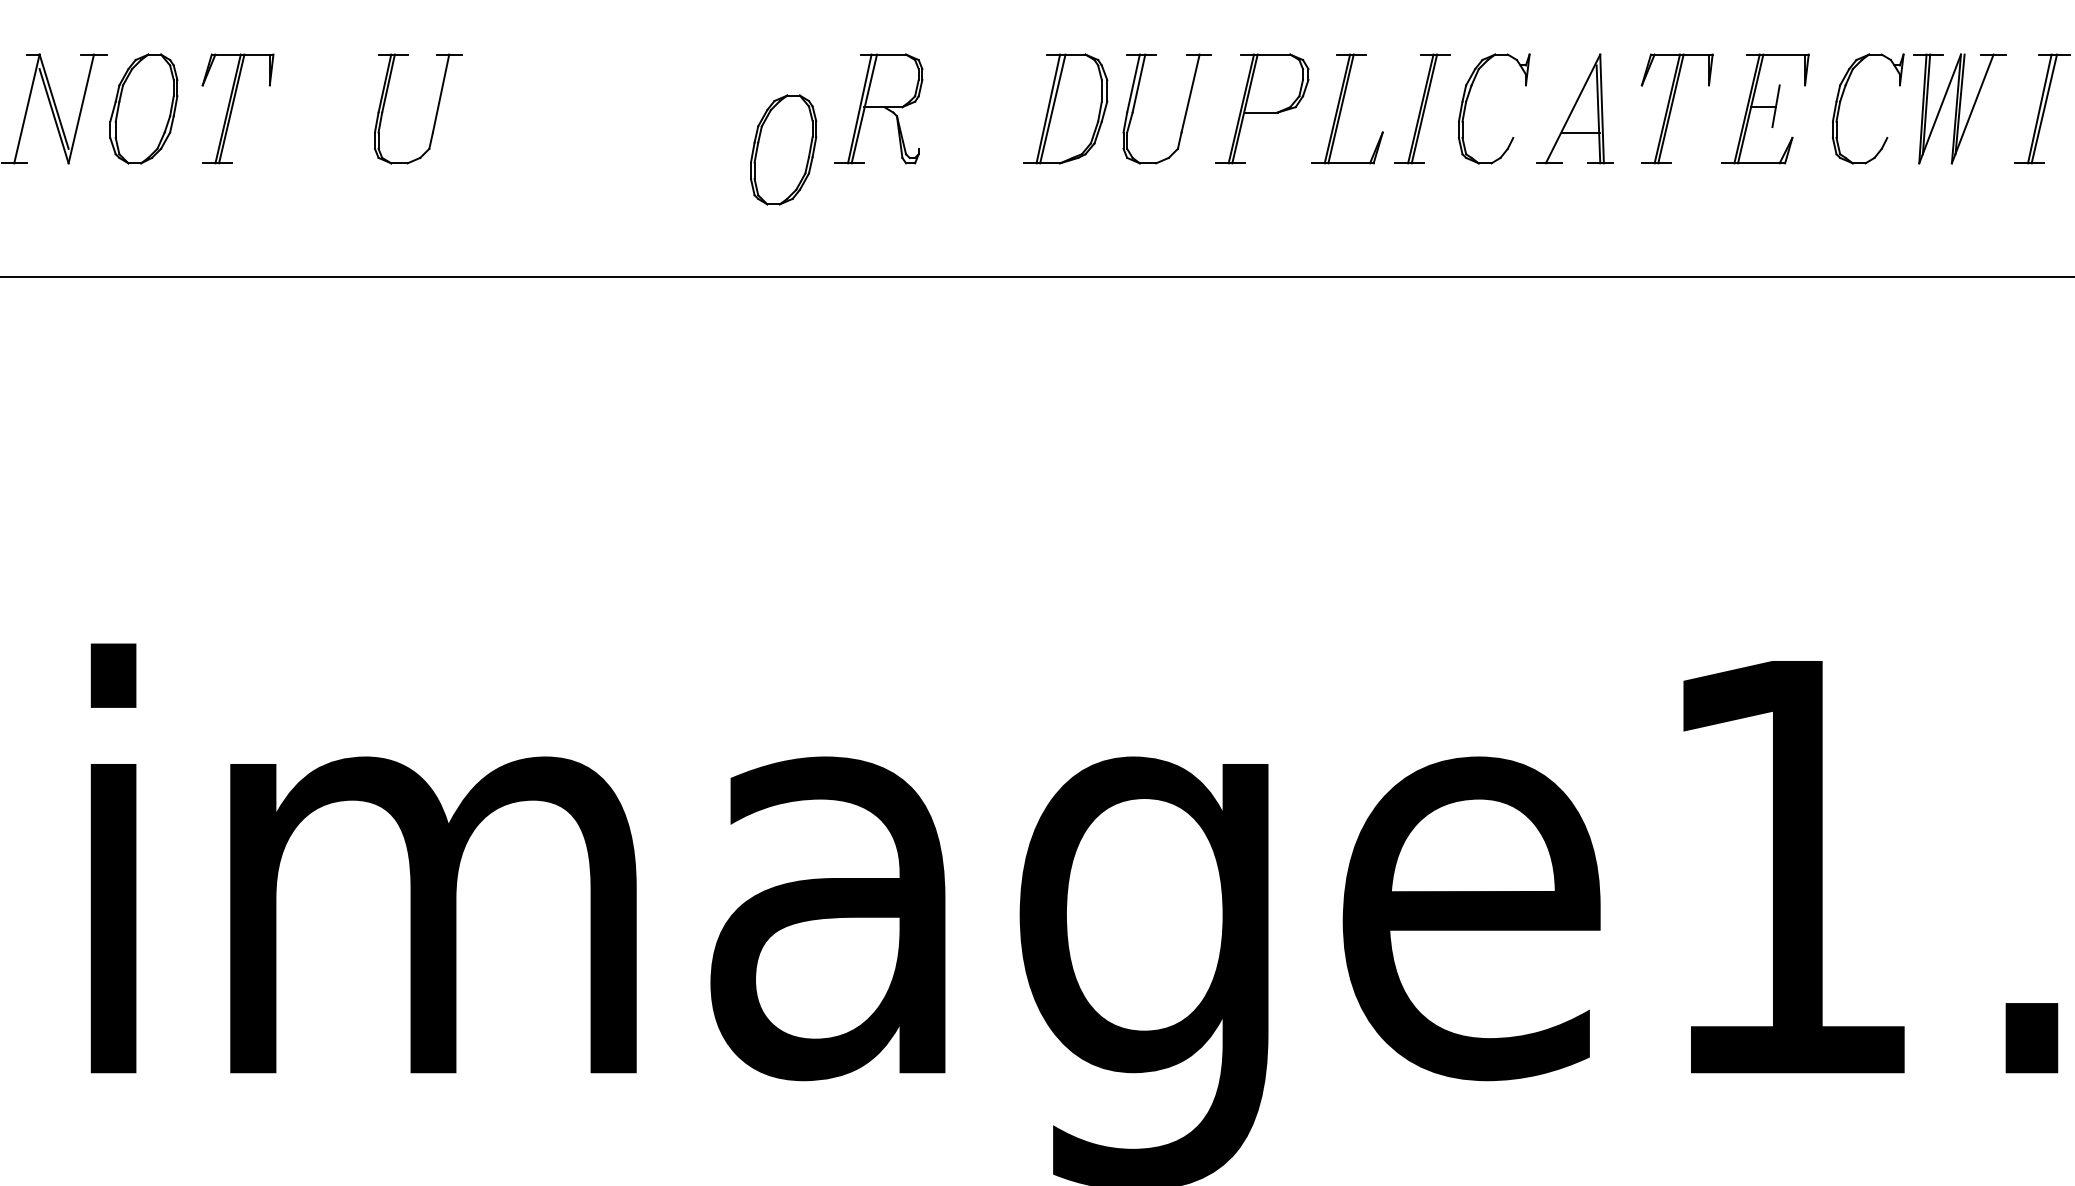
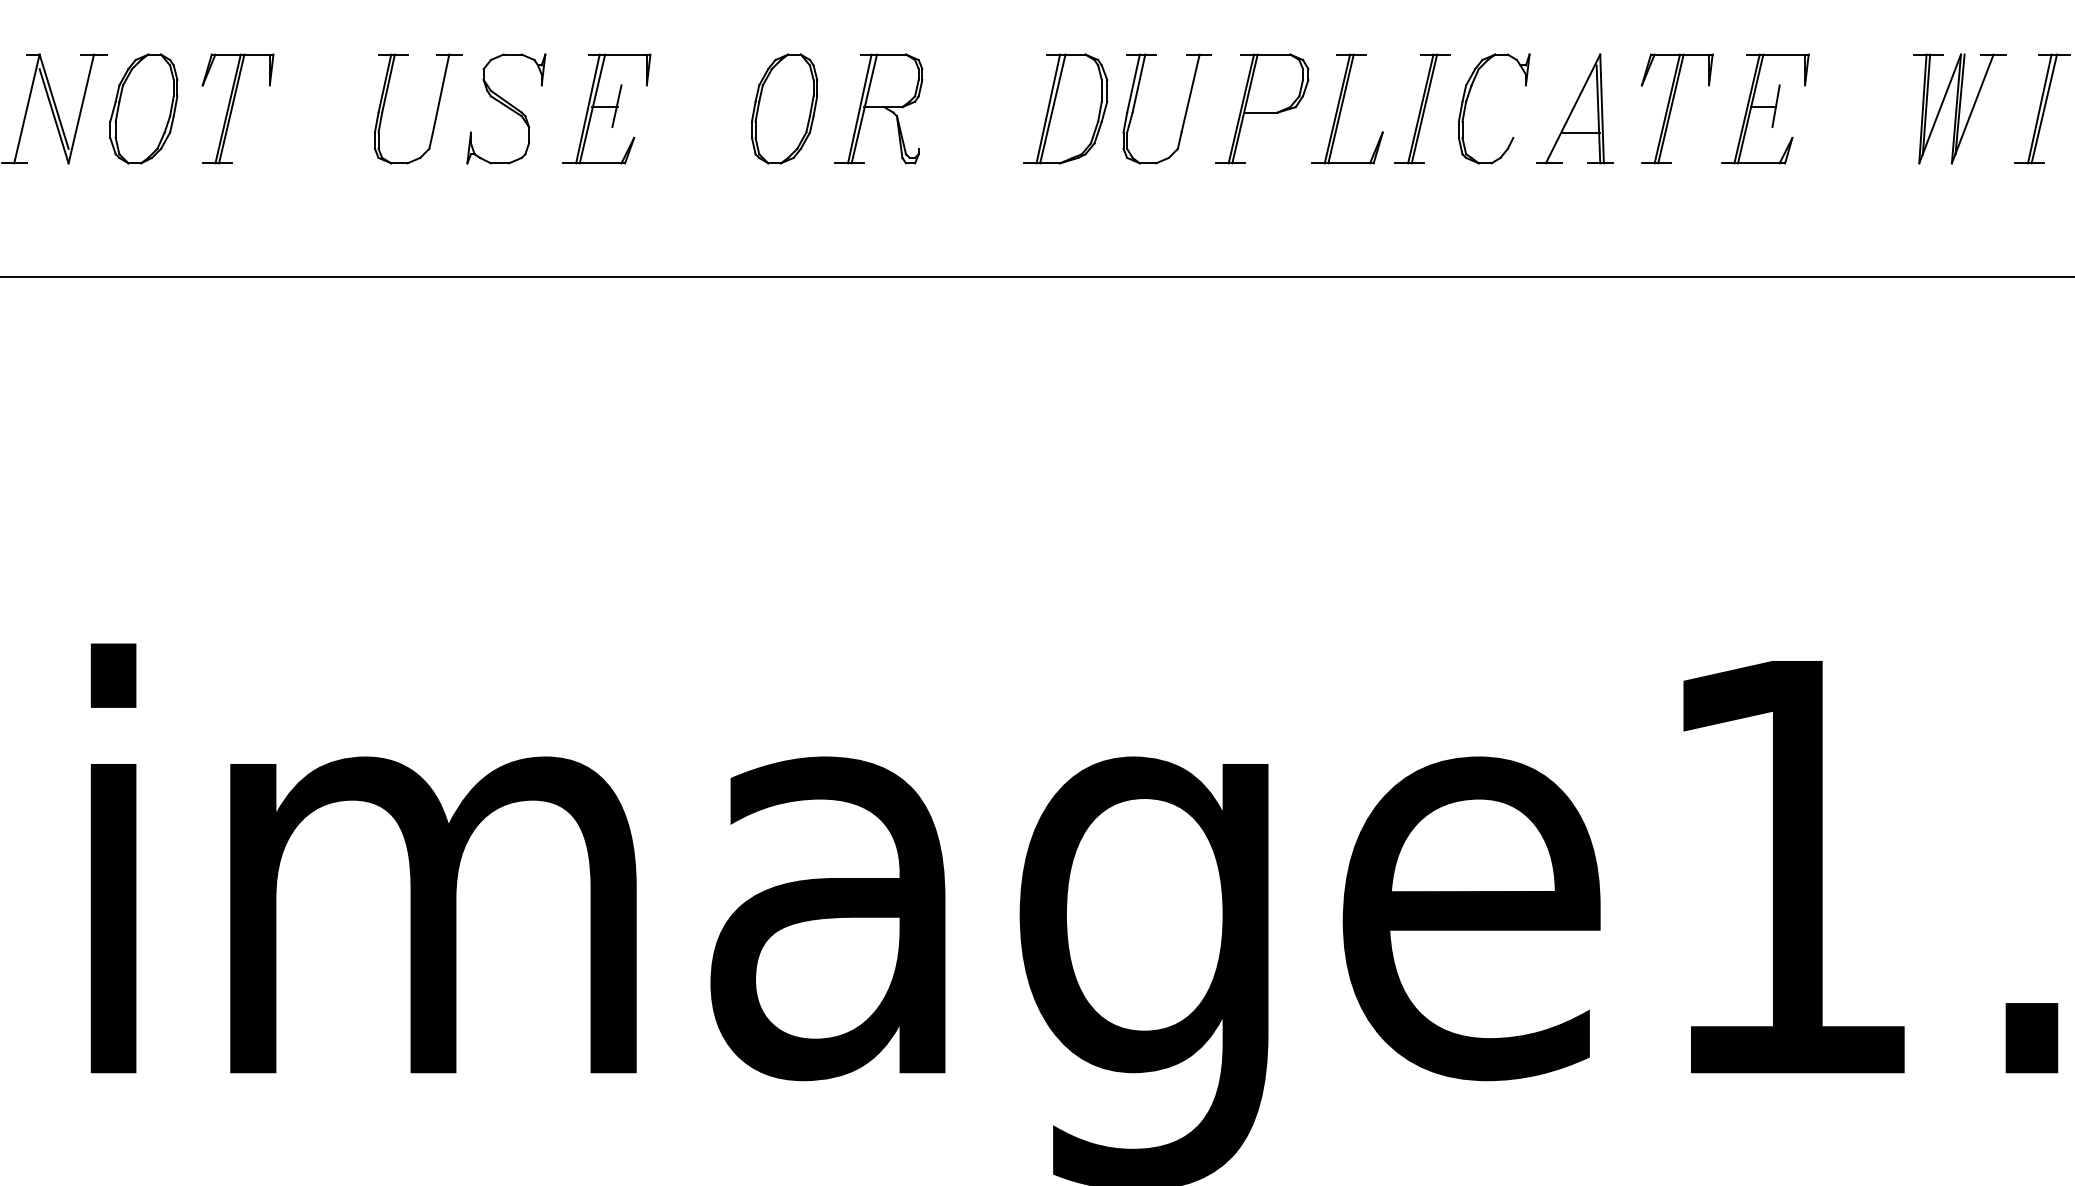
part at (1842, 98): present -> none
part at (506, 108): none -> present
part at (606, 108): none -> present
part at (783, 149) position: (783, 149) -> (784, 108)
